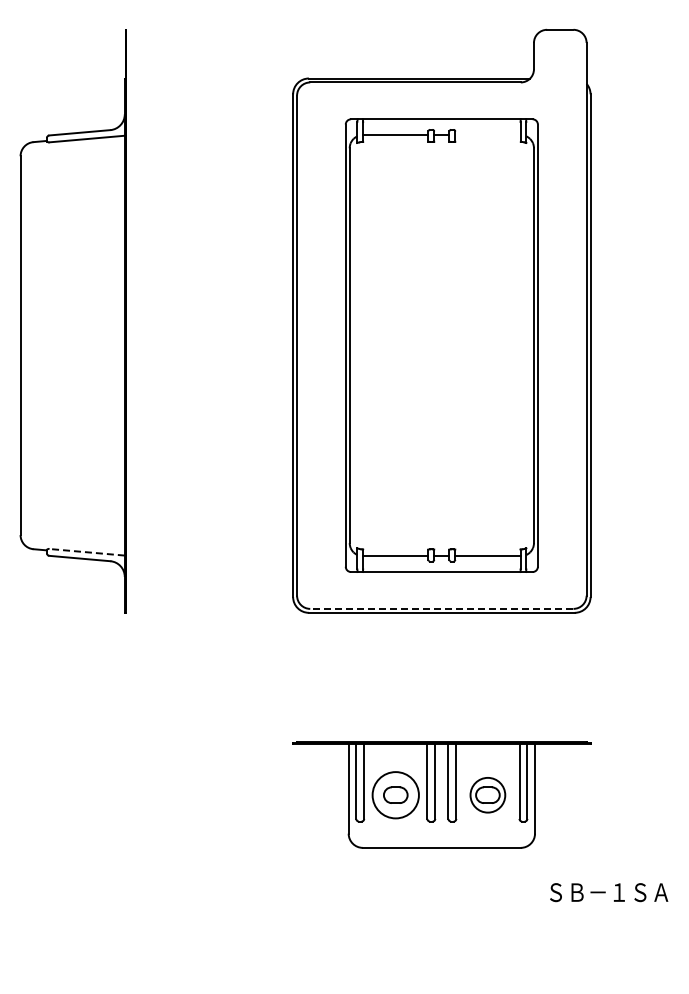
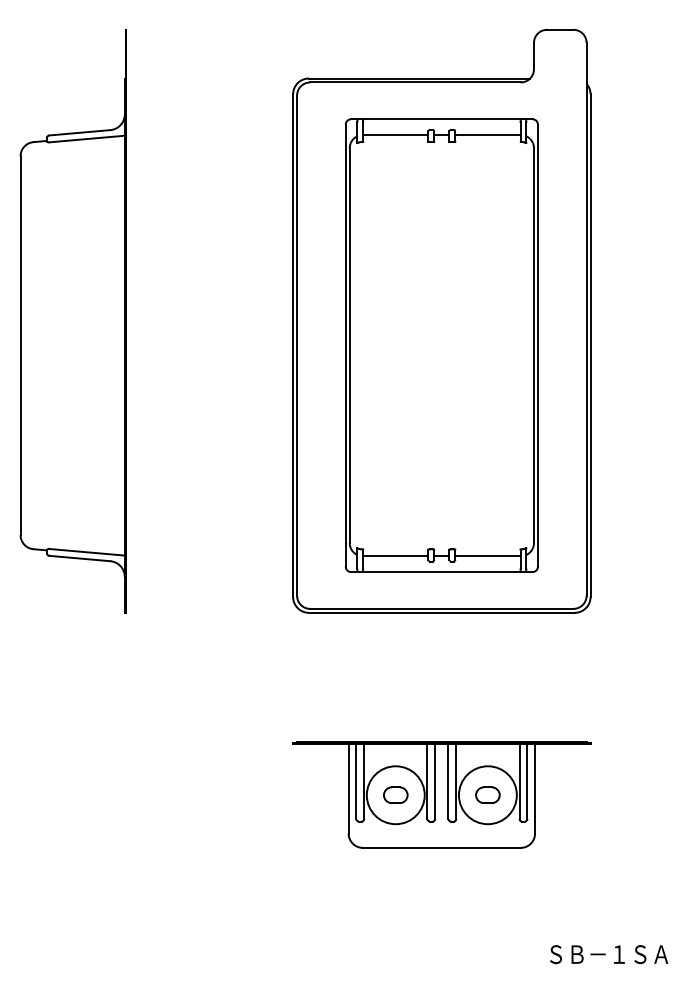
line at (487, 135): none -> present
line at (87, 552): dashed -> solid
line at (441, 608): dashed -> solid
circle at (487, 794) diameter: 35 px -> 58 px
circle at (395, 795) diameter: 46 px -> 58 px
text at (609, 892) position: (609, 892) -> (609, 954)
